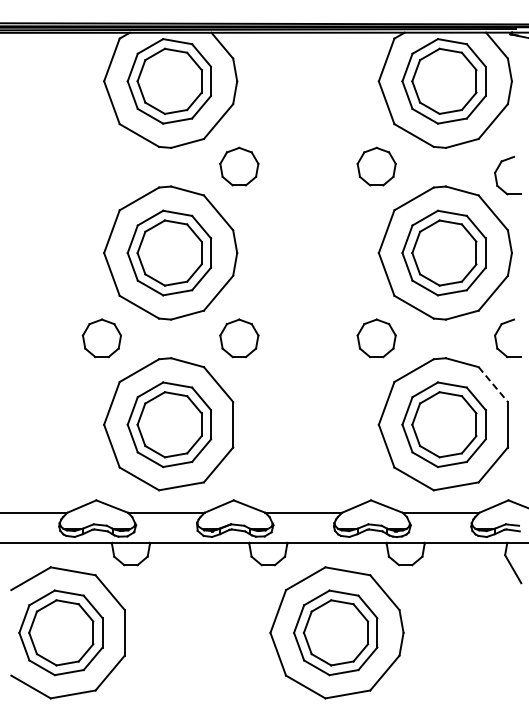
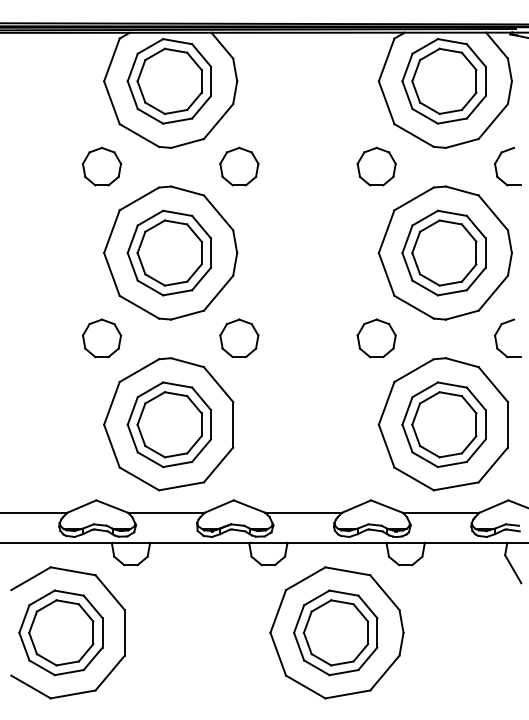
part at (101, 166): none -> present
part at (497, 179) position: (497, 179) -> (497, 170)
line at (493, 384): dashed -> solid
